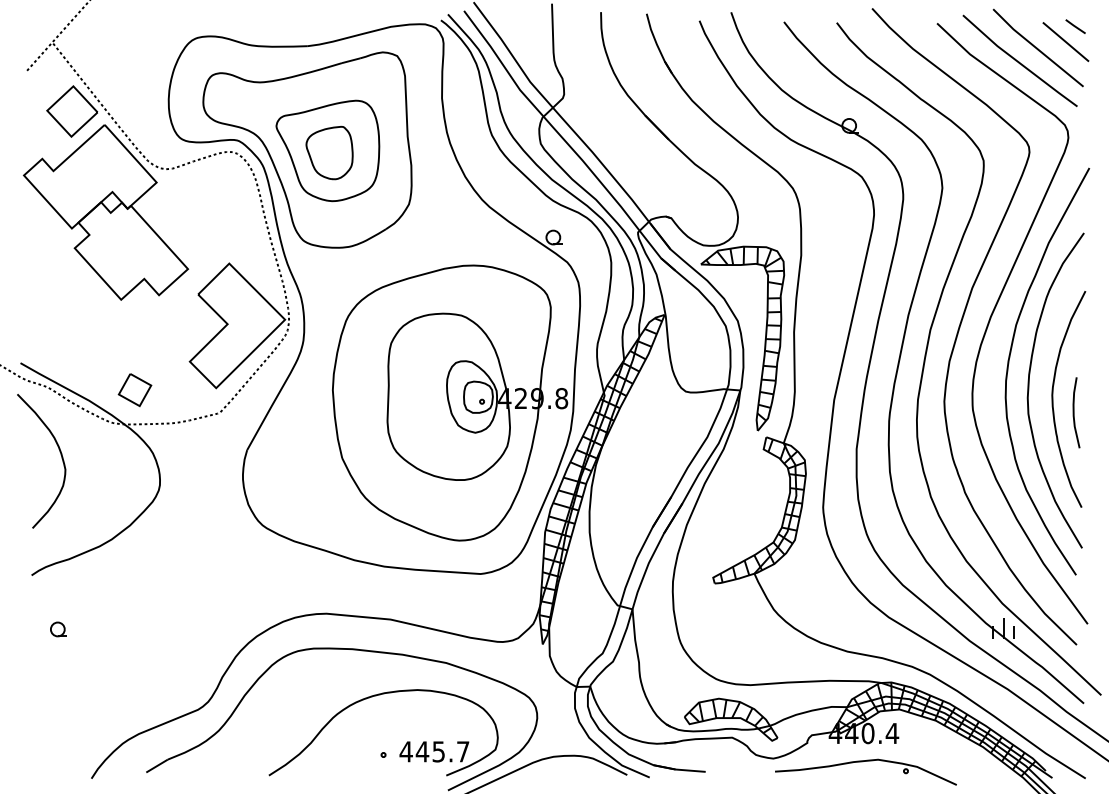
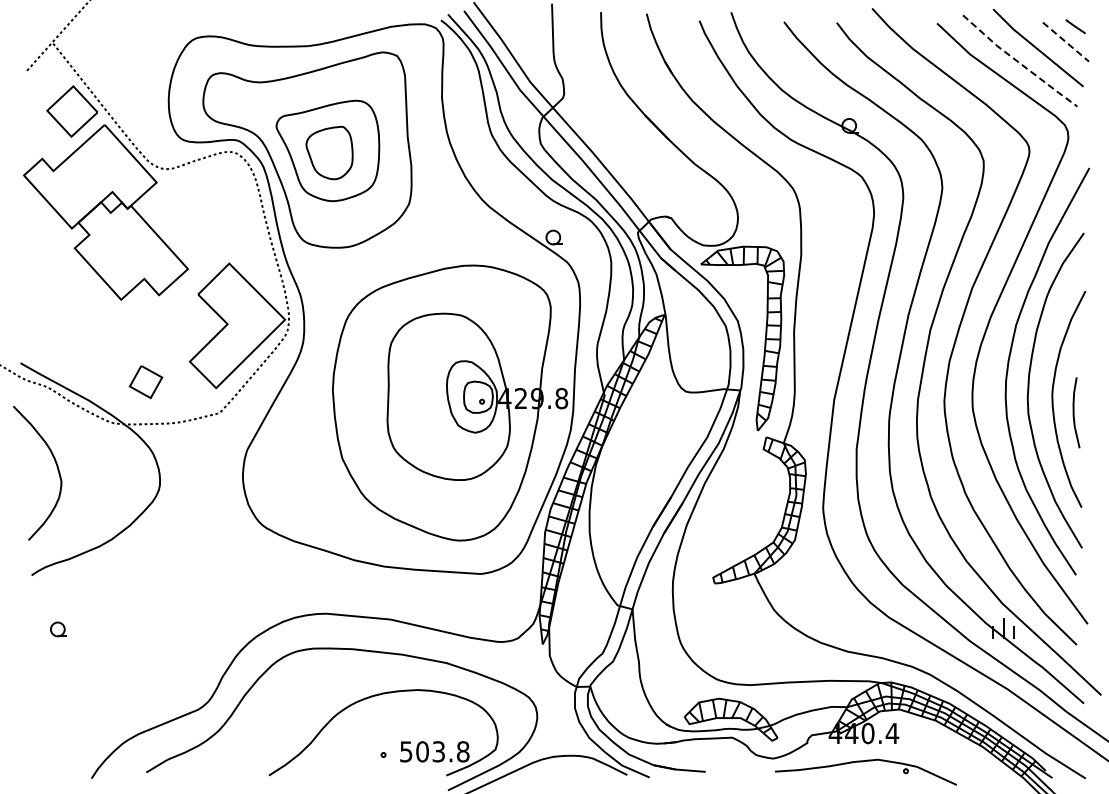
line at (1066, 42): solid -> dashed
line at (1019, 62): solid -> dashed
part at (134, 390) position: (134, 390) -> (145, 382)
curve at (60, 455) position: (60, 455) -> (56, 467)
text at (434, 751): 445.7 -> 503.8
